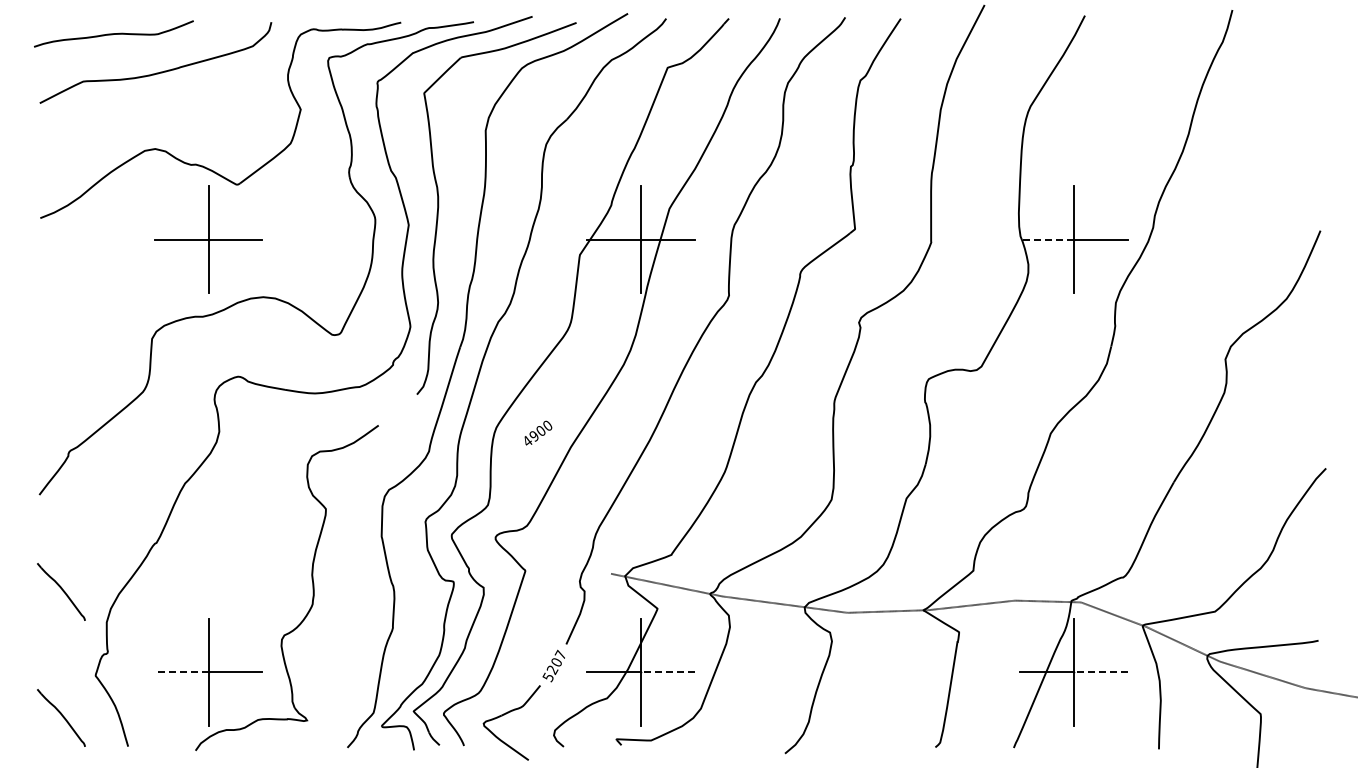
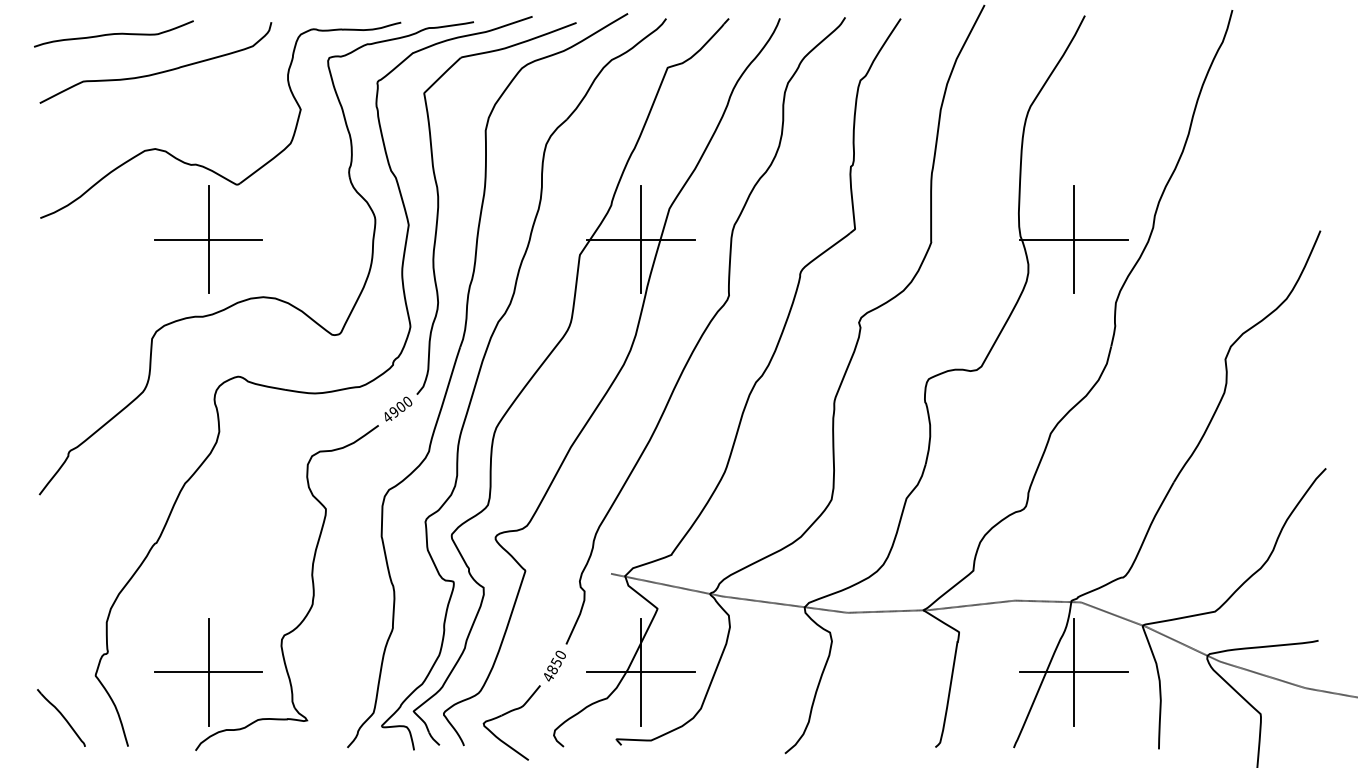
line at (1047, 239): dashed -> solid
text at (538, 432) position: (538, 432) -> (398, 408)
part at (61, 591): present -> none
text at (553, 665): 5207 -> 4850
line at (181, 672): dashed -> solid
line at (668, 672): dashed -> solid
line at (1100, 672): dashed -> solid
